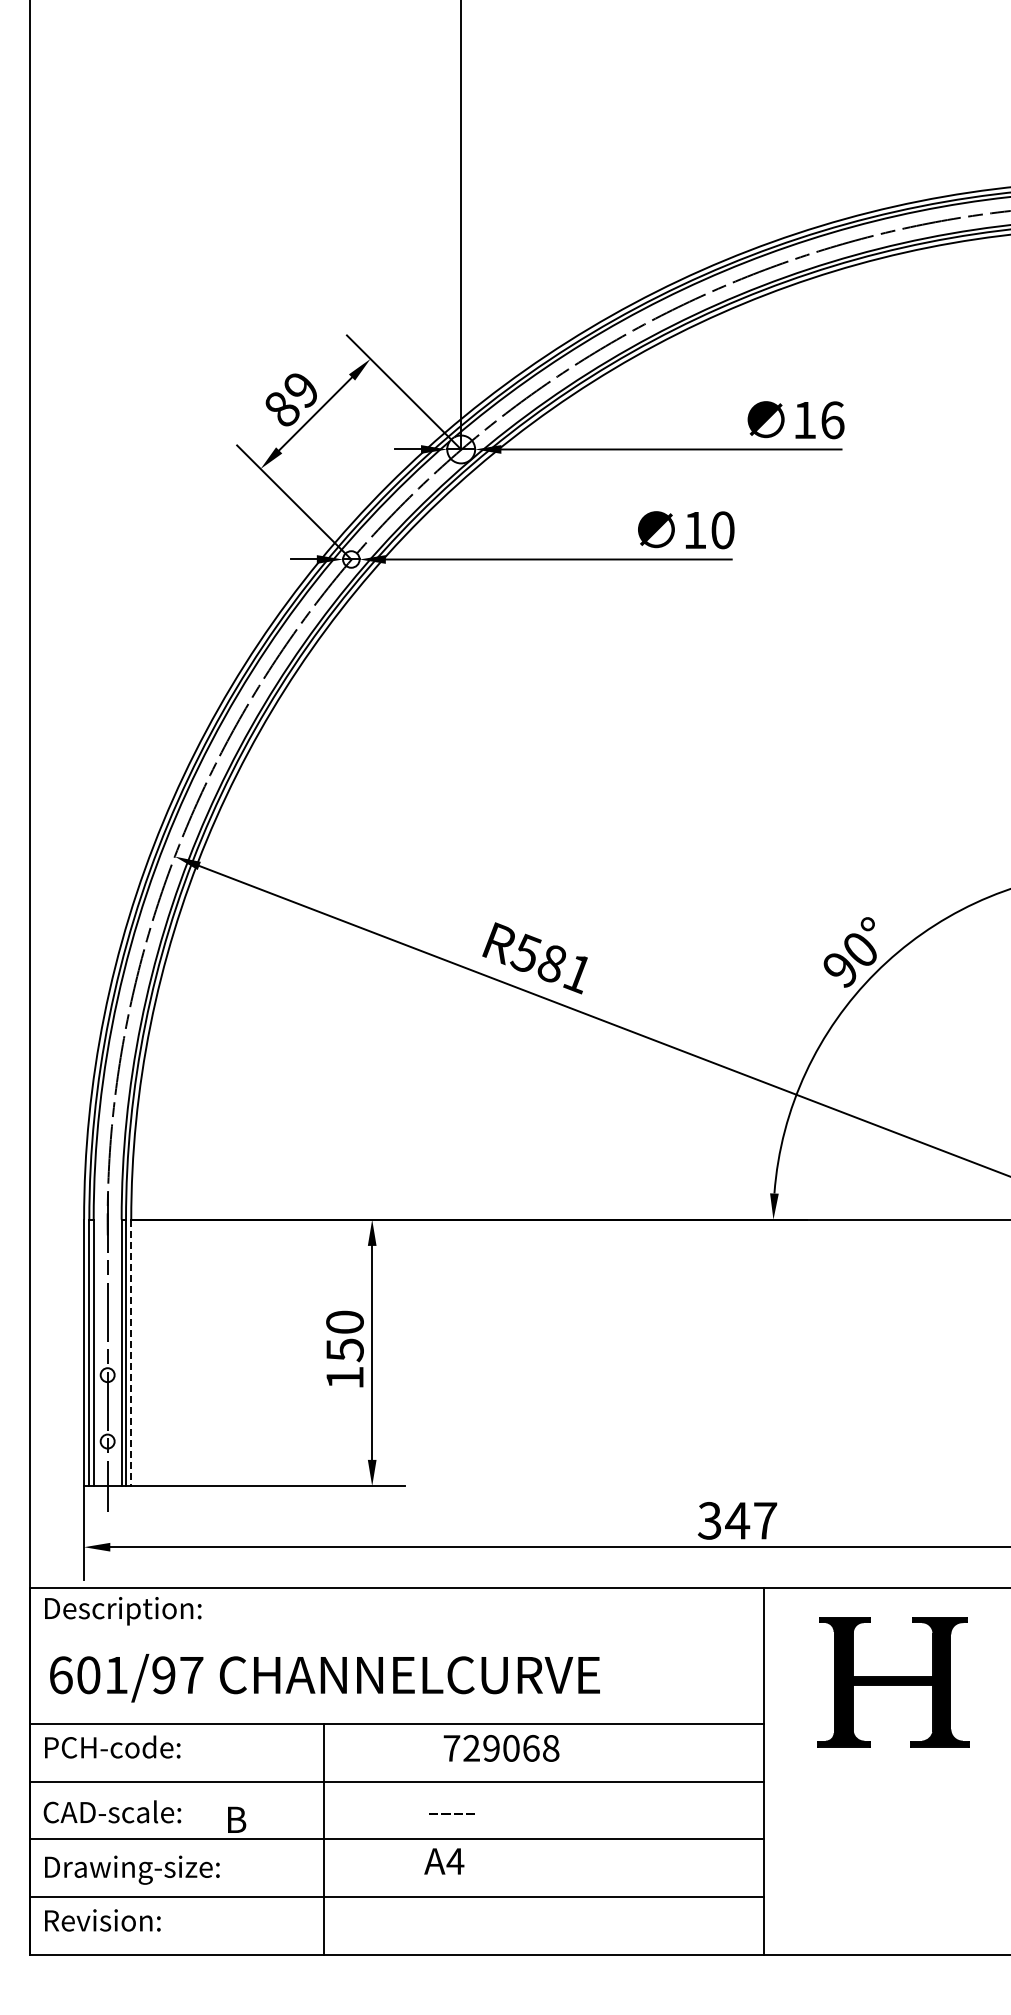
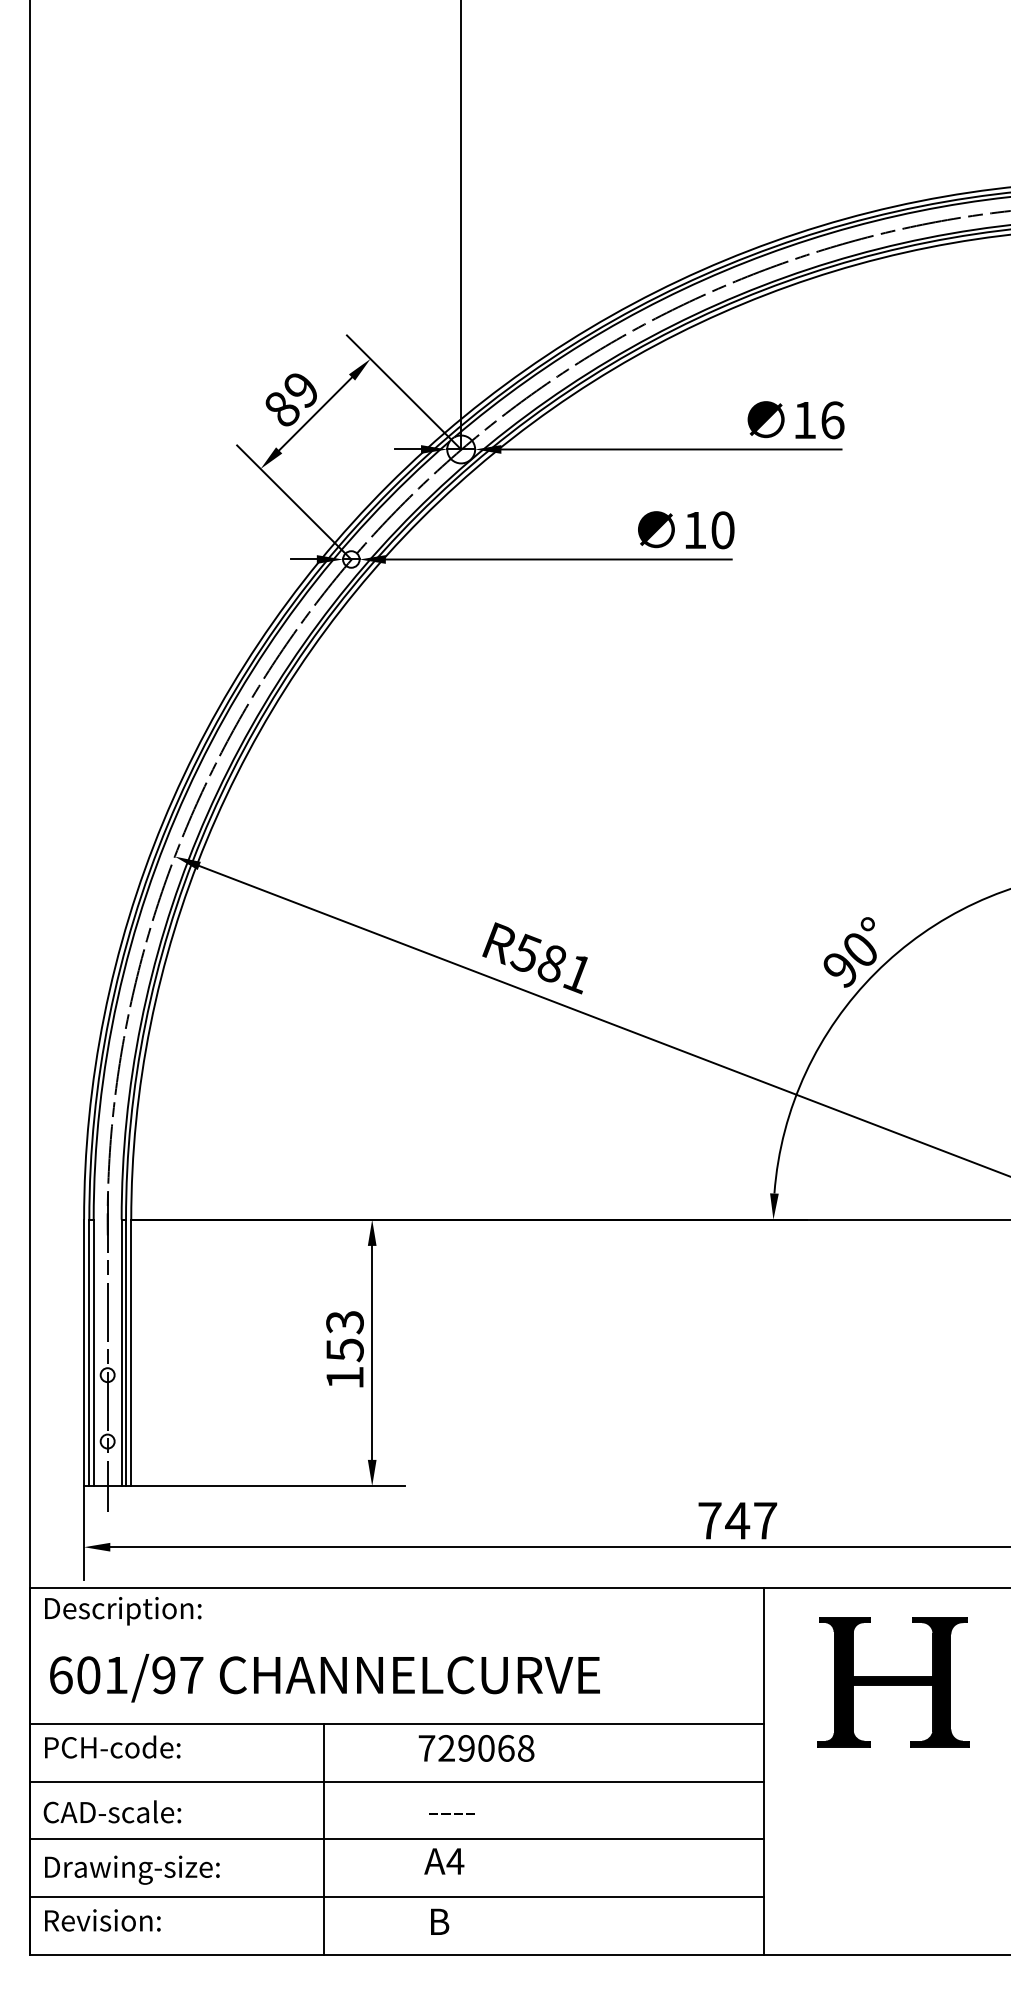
text at (344, 1322): 150 -> 153
line at (131, 1353): dashed -> solid
text at (709, 1520): 347 -> 747
text at (501, 1748) position: (501, 1748) -> (476, 1748)
text at (237, 1819) position: (237, 1819) -> (440, 1921)
